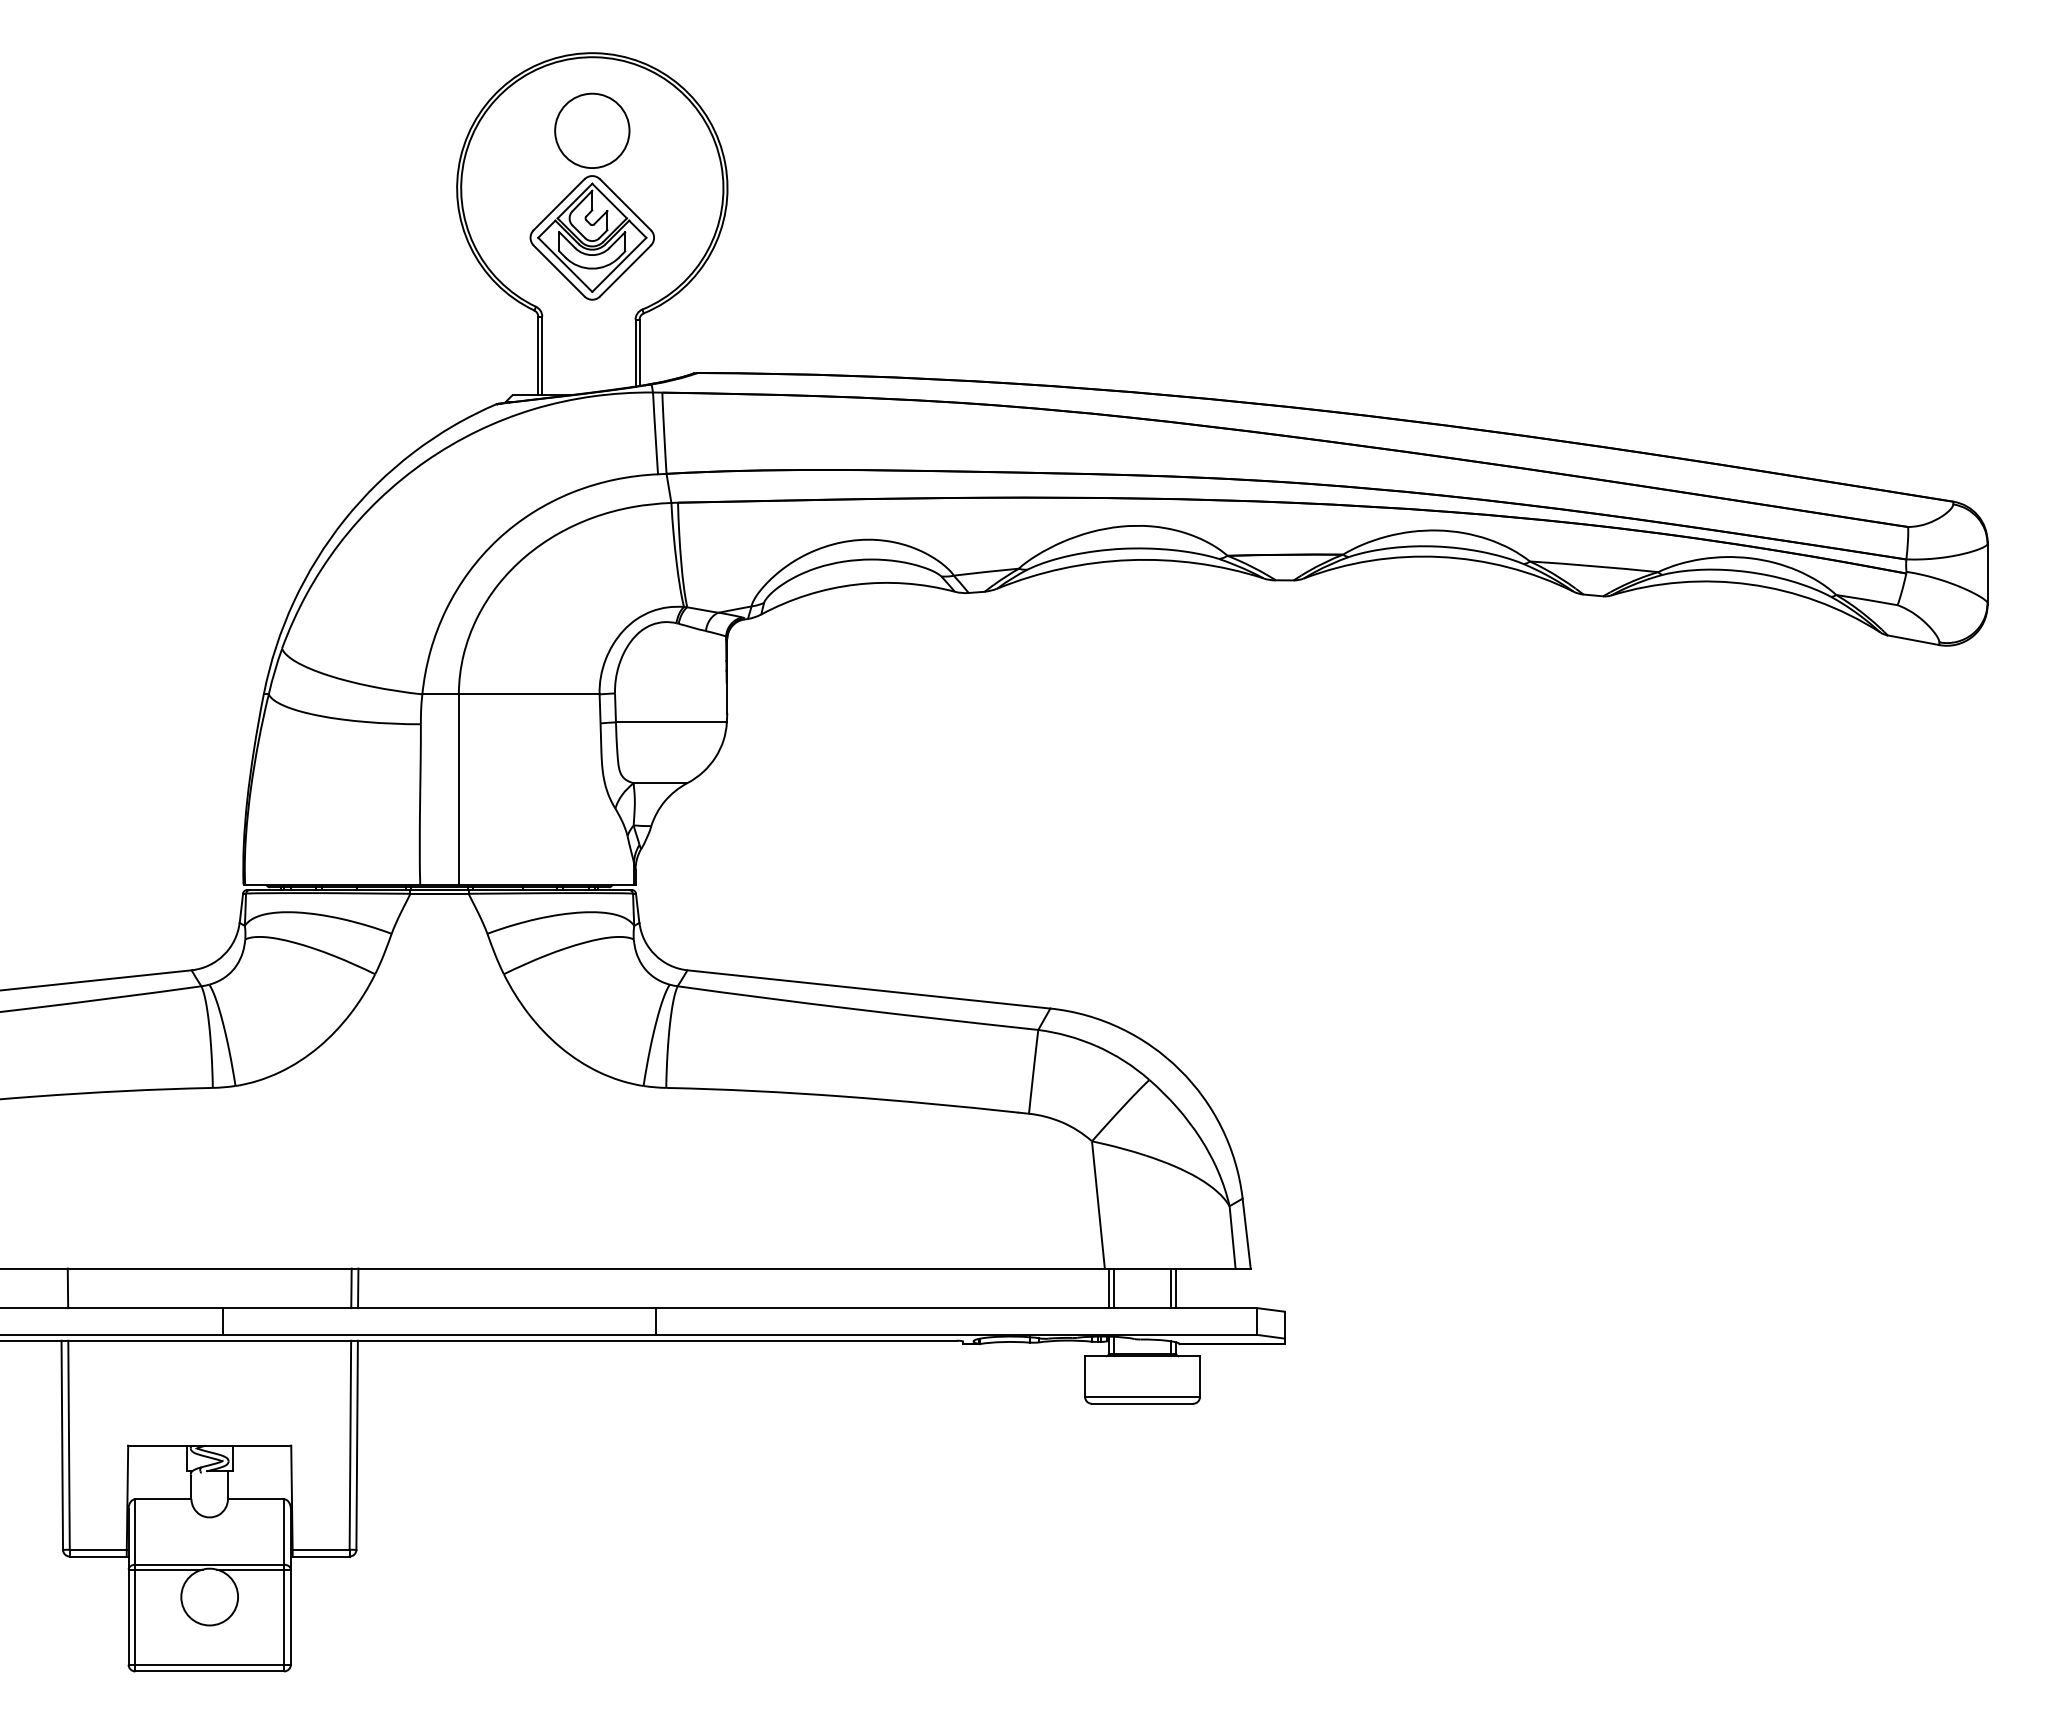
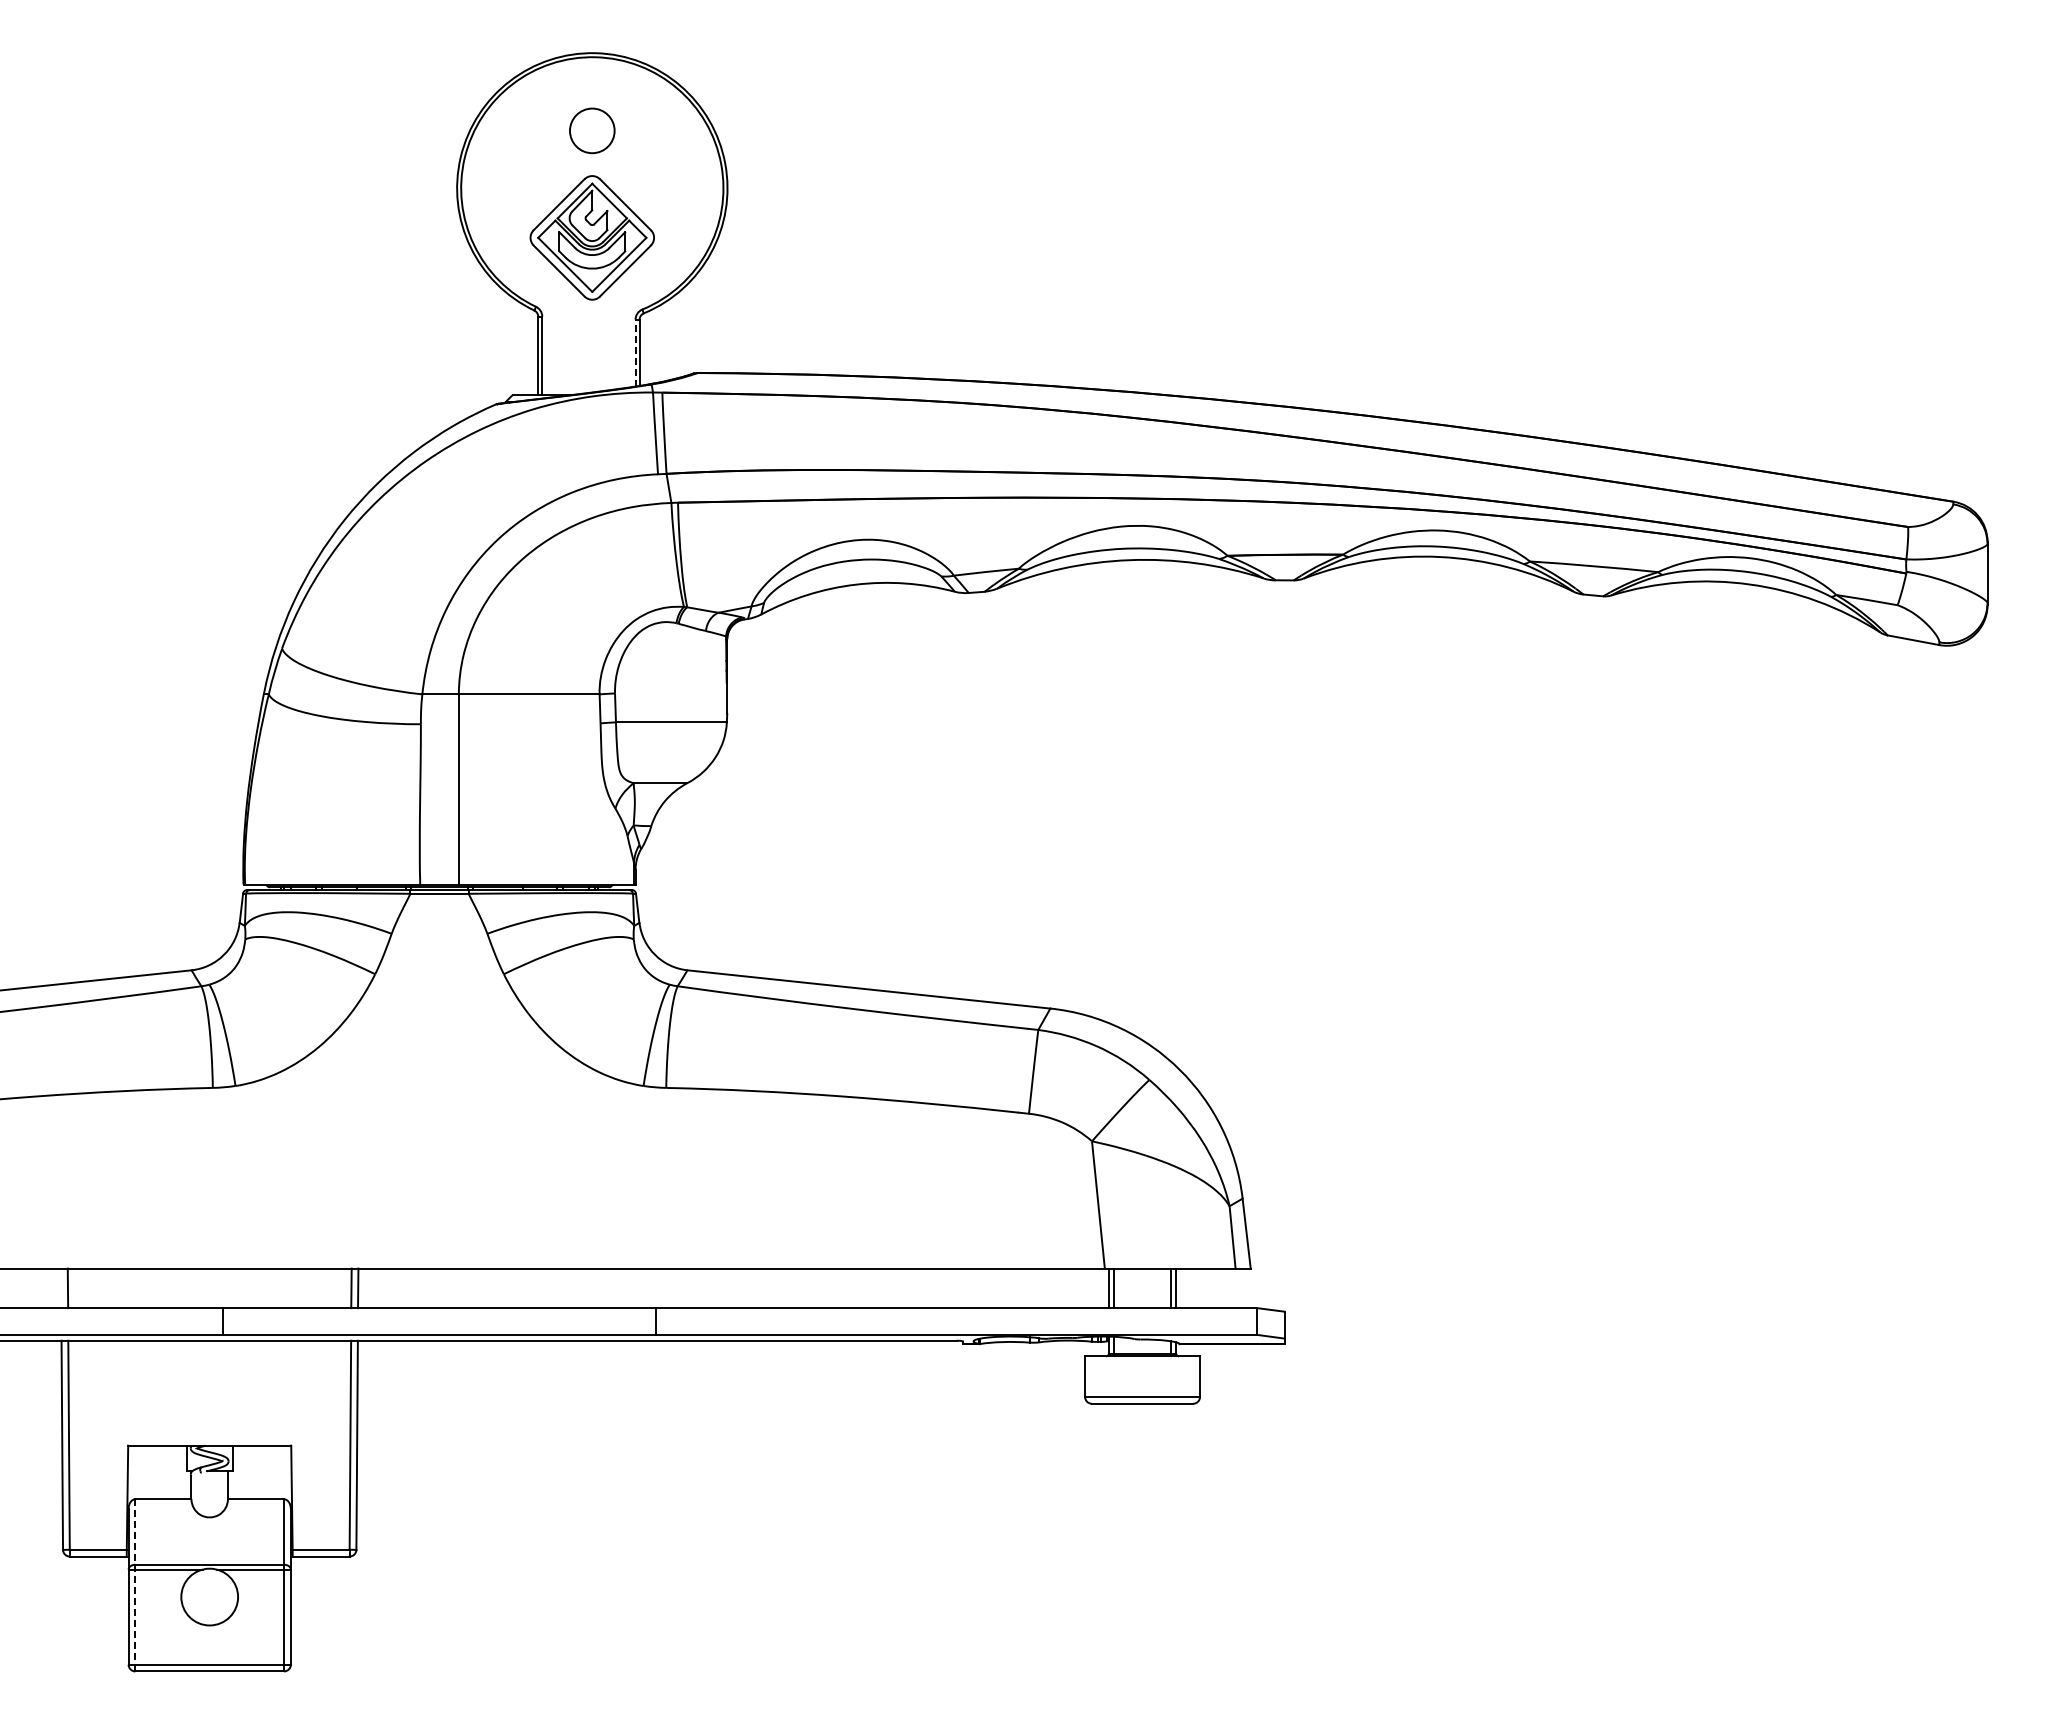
circle at (592, 130) diameter: 74 px -> 45 px
line at (635, 352): solid -> dashed
line at (135, 1584): solid -> dashed
